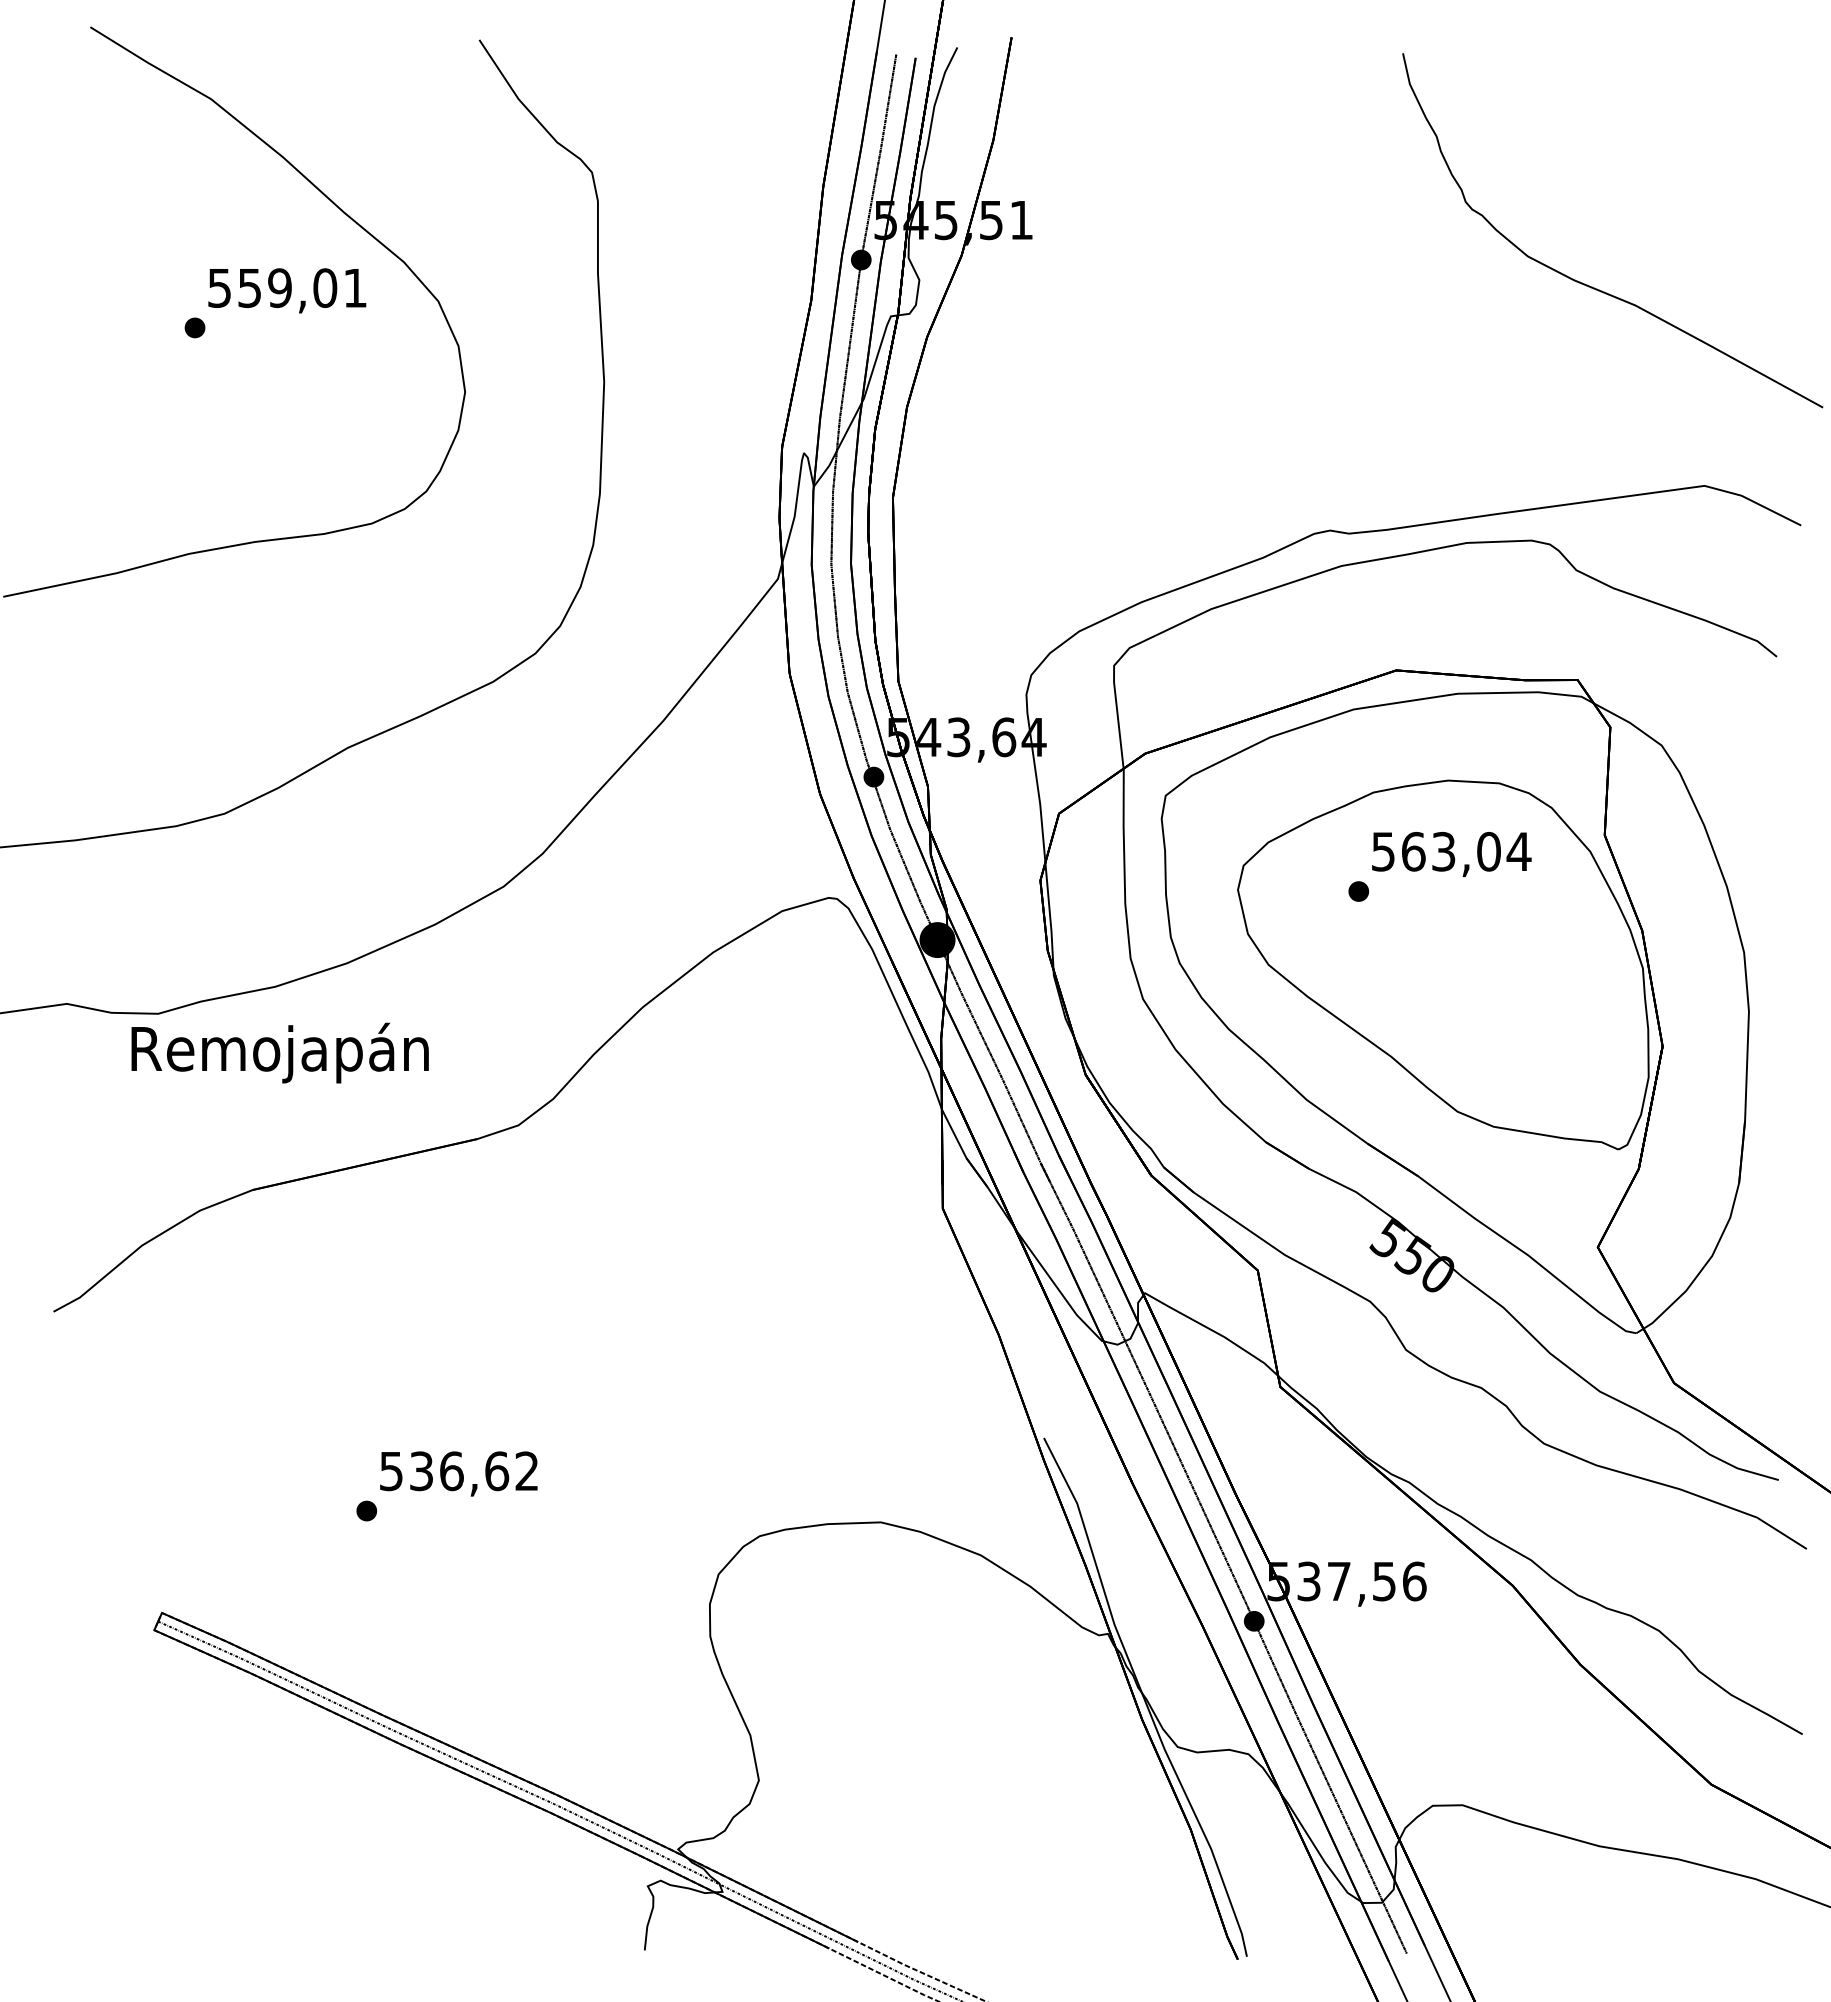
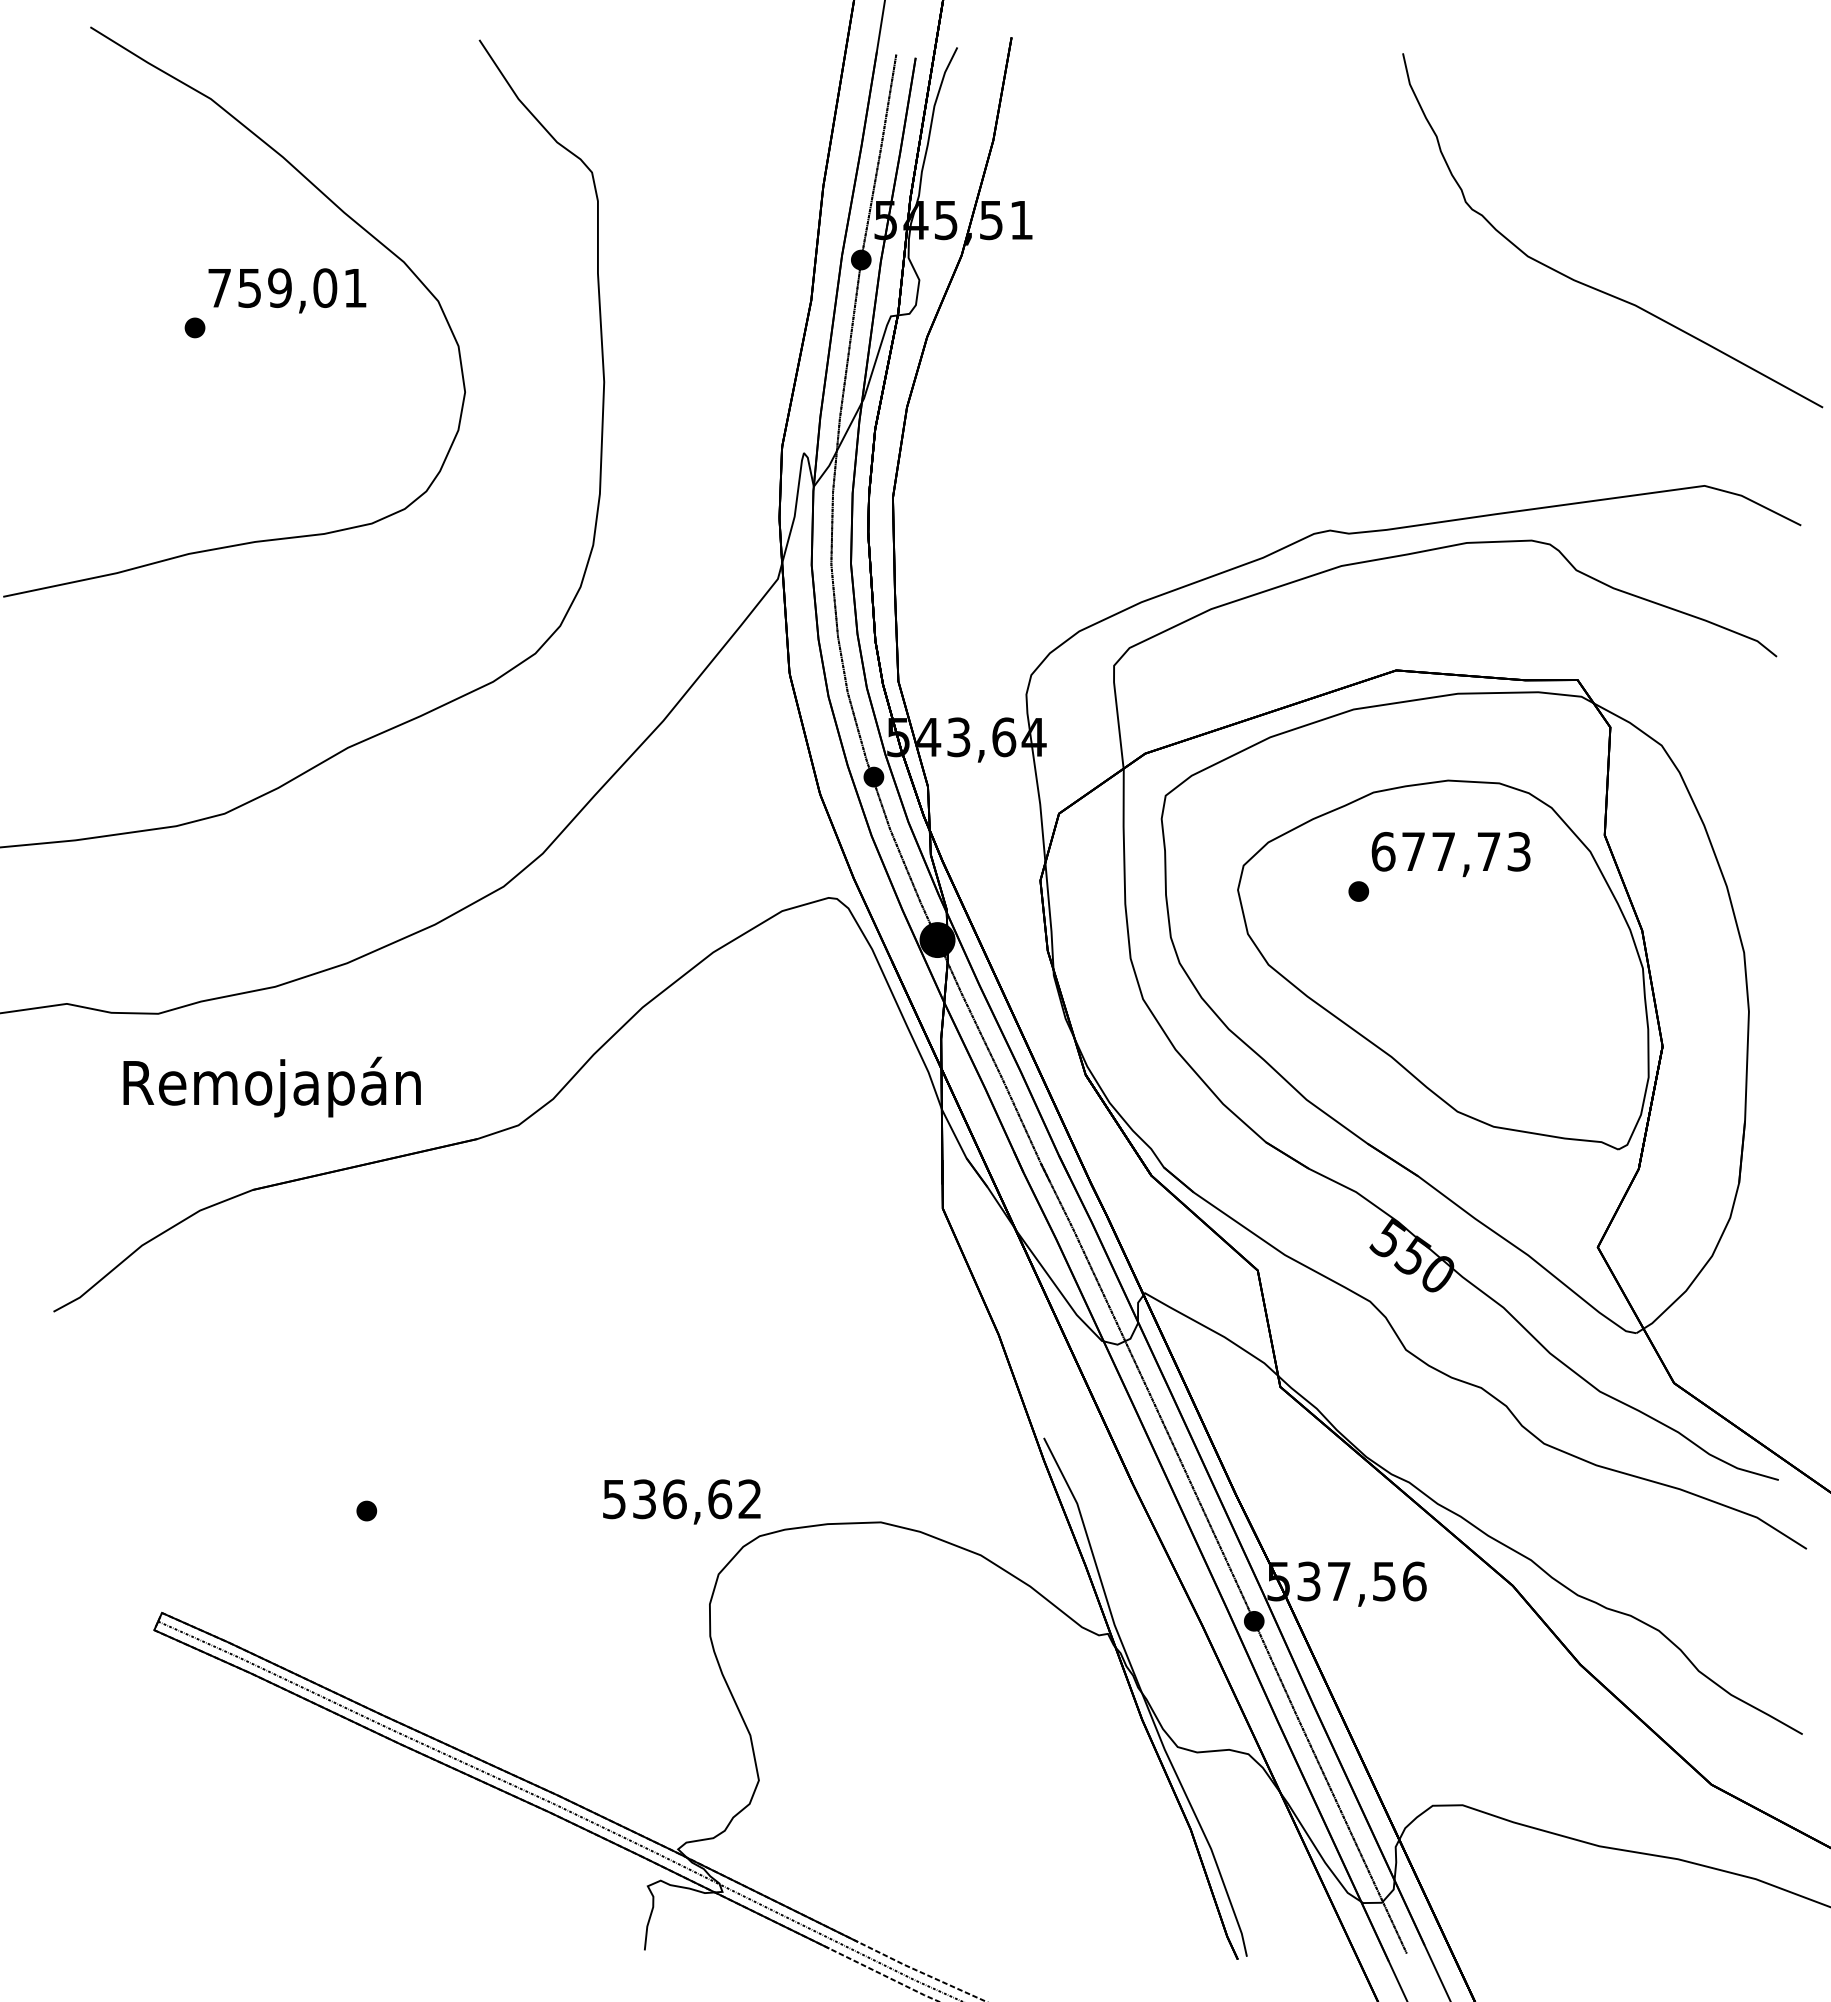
text at (219, 288): 559,01 -> 759,01
text at (1451, 851): 563,04 -> 677,73
text at (279, 1052) position: (279, 1052) -> (271, 1086)
text at (458, 1473) position: (458, 1473) -> (681, 1501)
